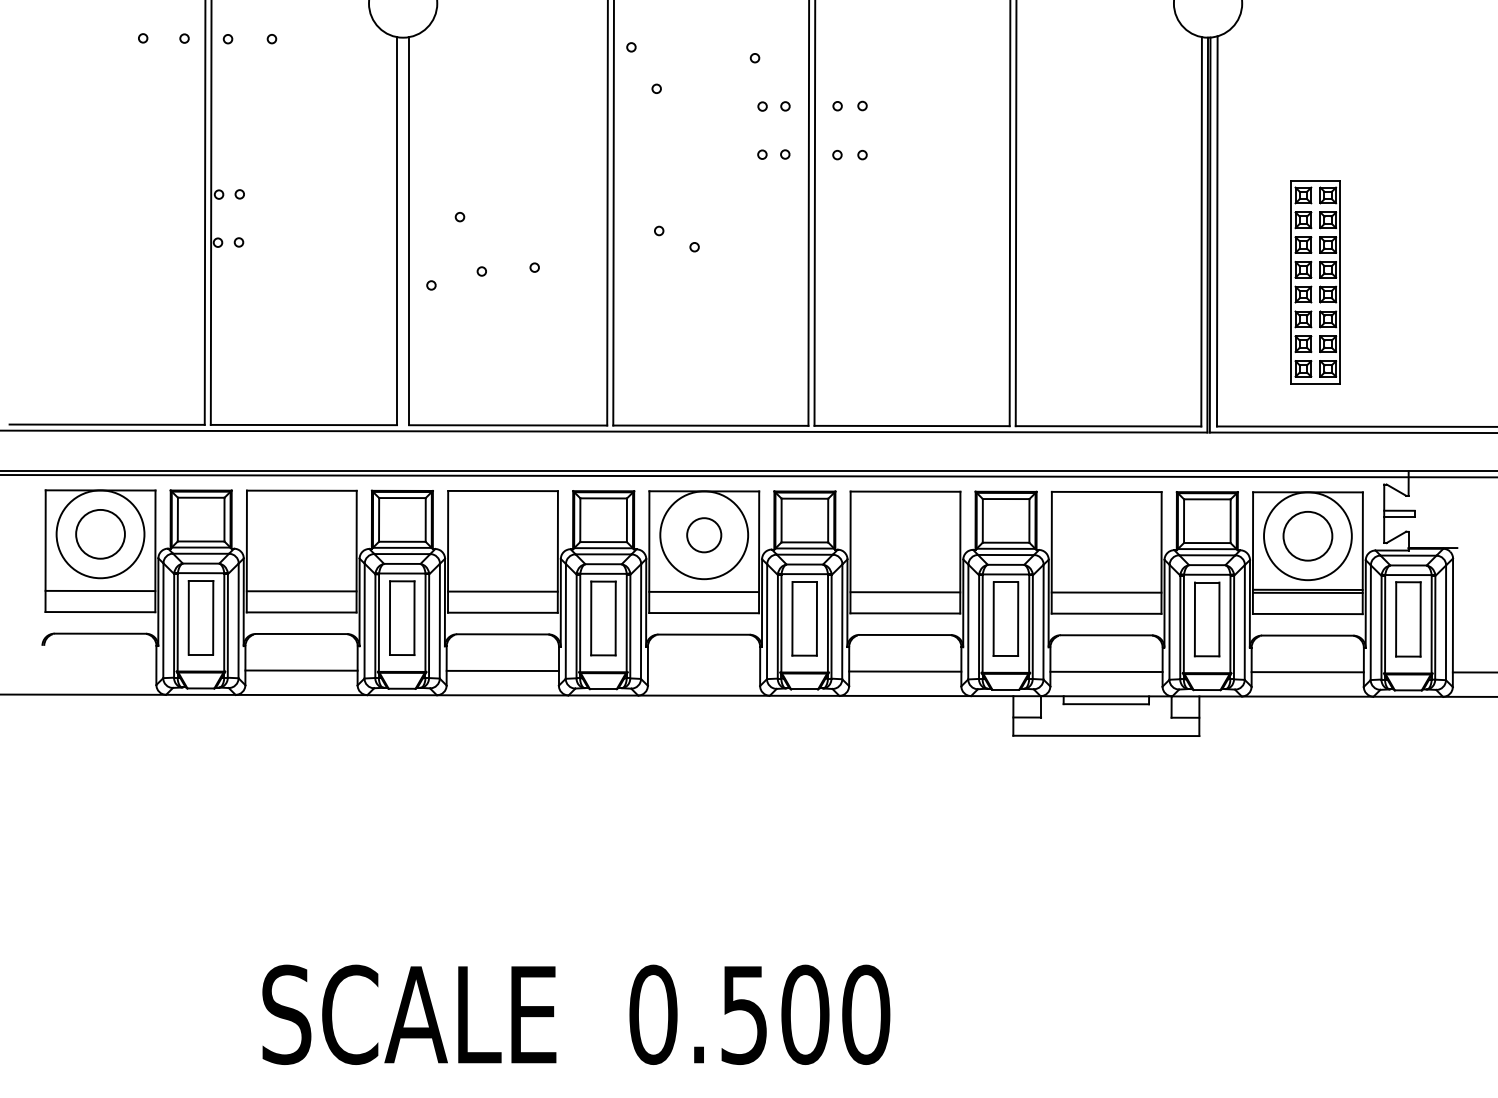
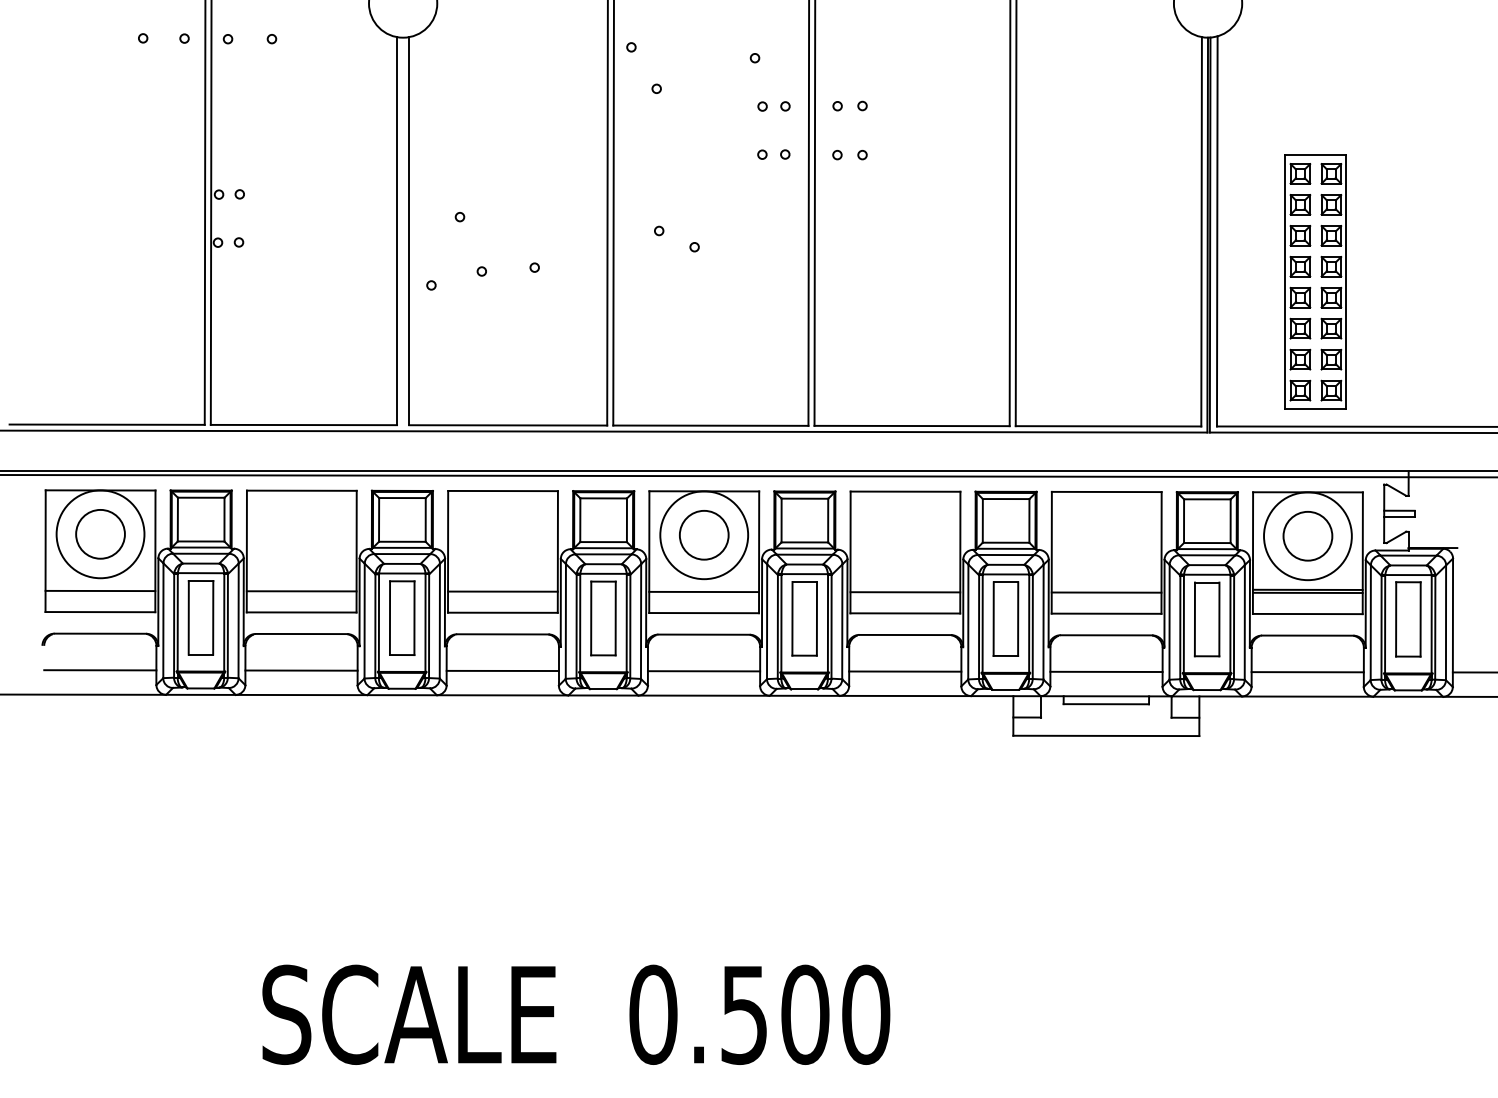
part at (1315, 282) size: 51x205 px -> 63x256 px
circle at (704, 535) diameter: 34 px -> 49 px
line at (100, 670): none -> present
line at (703, 671): none -> present
